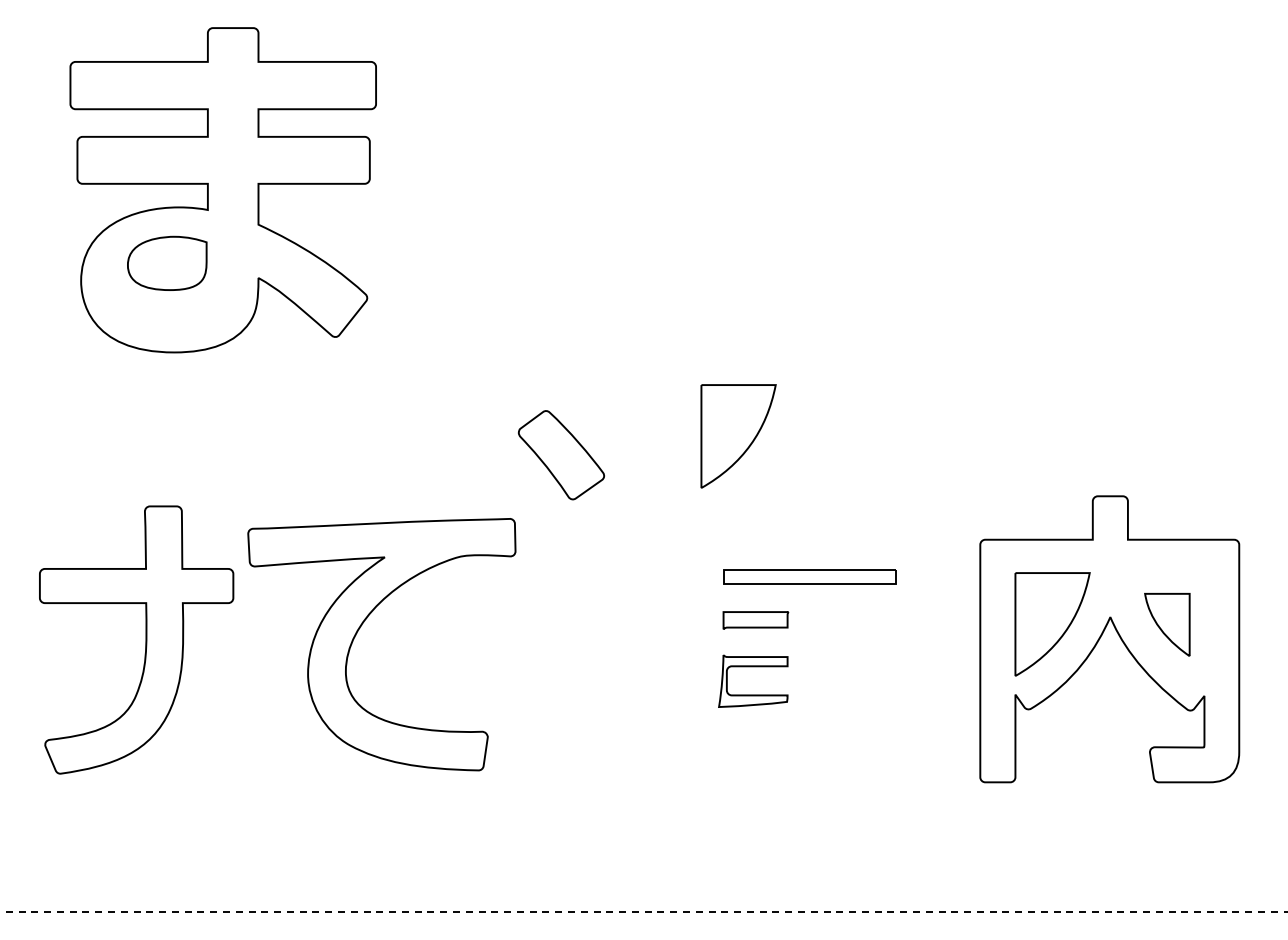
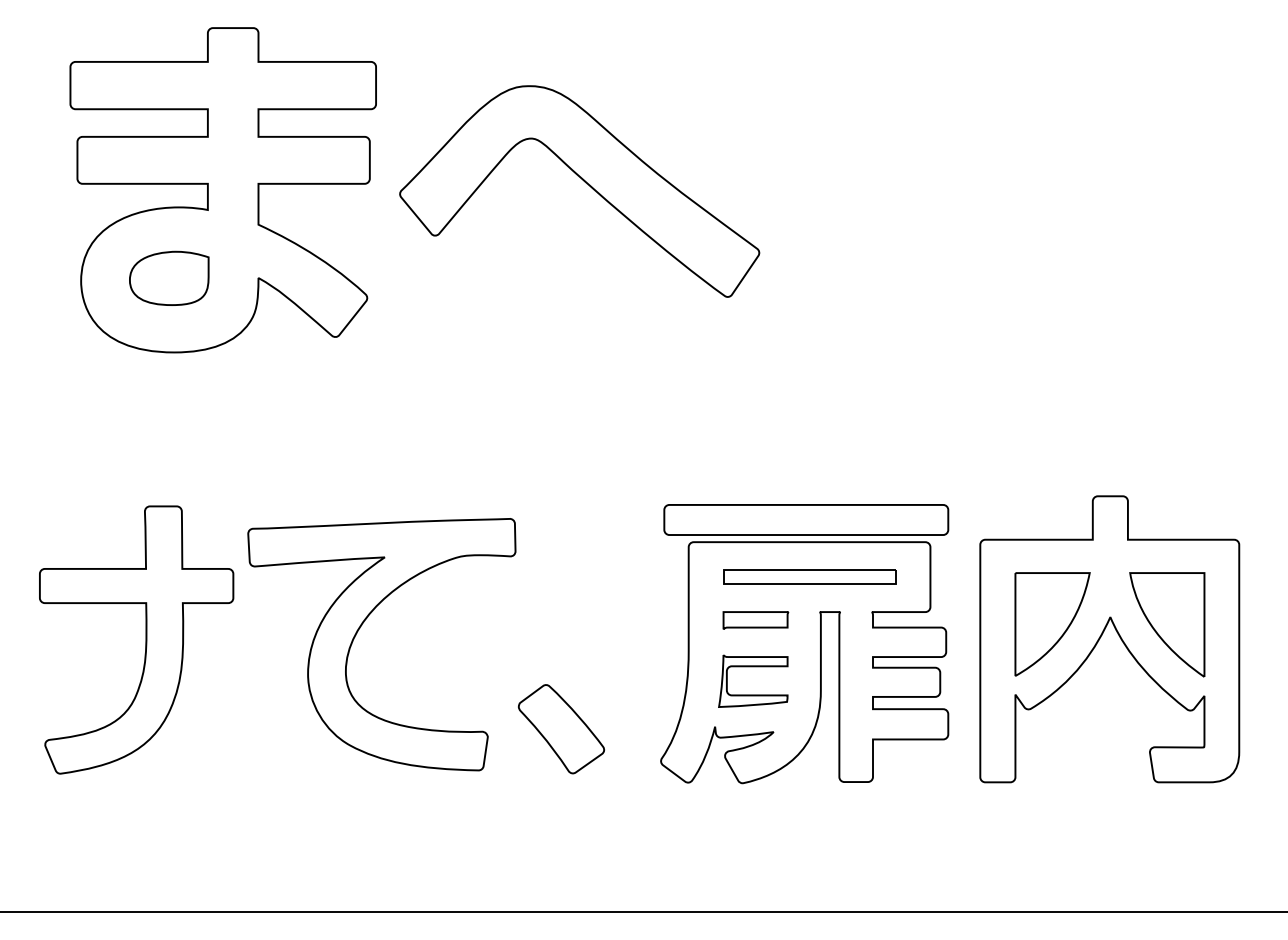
part at (585, 183): none -> present
part at (167, 262) position: (167, 262) -> (169, 277)
part at (738, 436): present -> none
part at (561, 455) position: (561, 455) -> (561, 729)
part at (1167, 624) size: 47x64 px -> 77x106 px
part at (804, 644): none -> present
line at (644, 911): dashed -> solid
